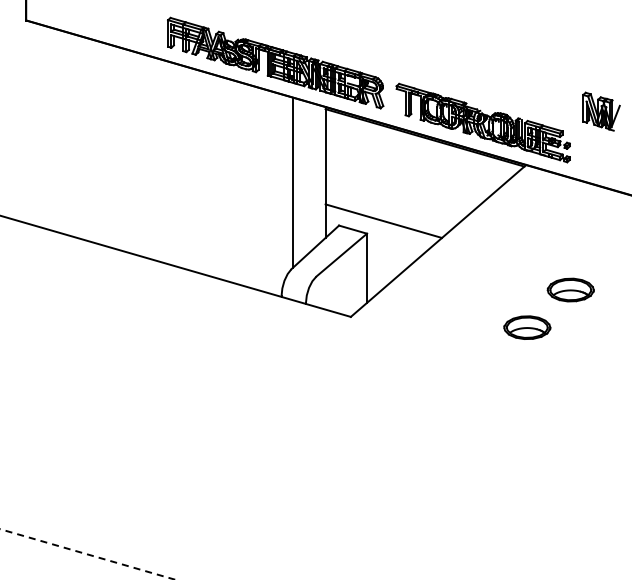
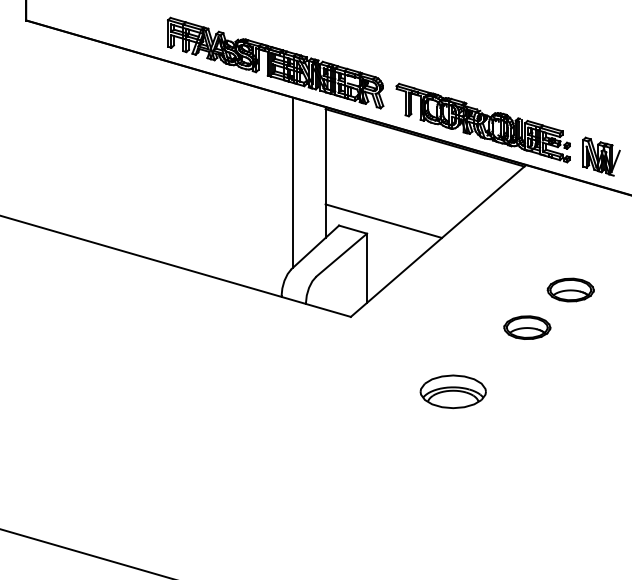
part at (601, 111) position: (601, 111) -> (601, 156)
part at (452, 391): none -> present
line at (88, 554): dashed -> solid
